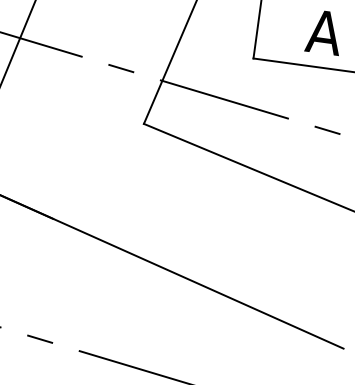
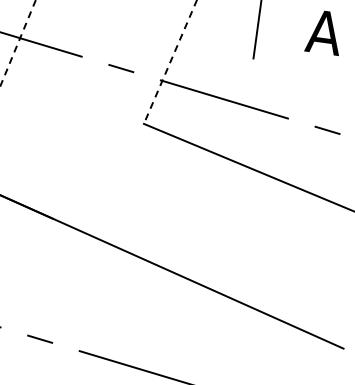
line at (17, 43): solid -> dashed
line at (170, 62): solid -> dashed
line at (302, 64): present -> none
